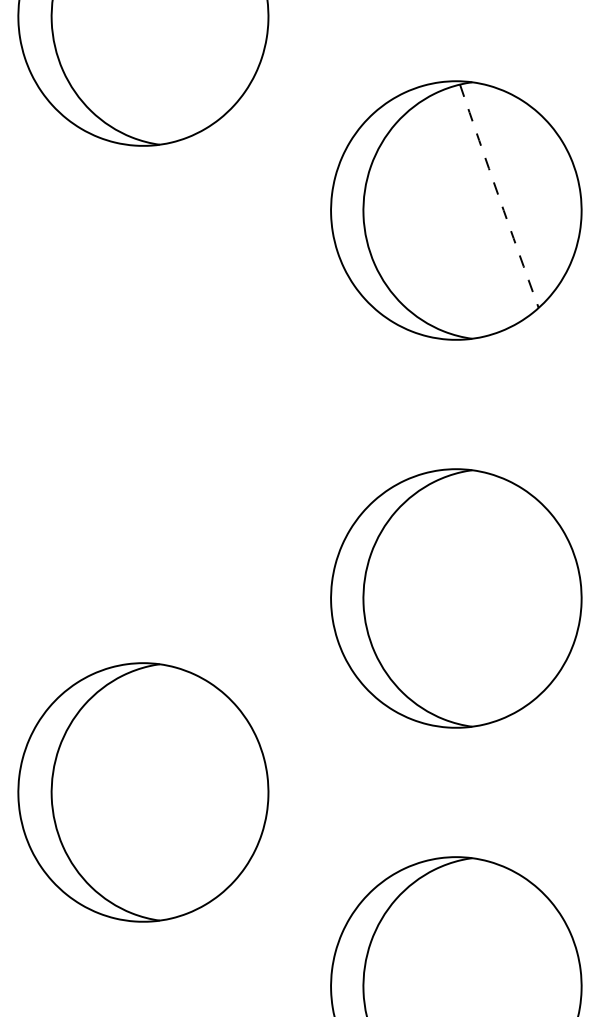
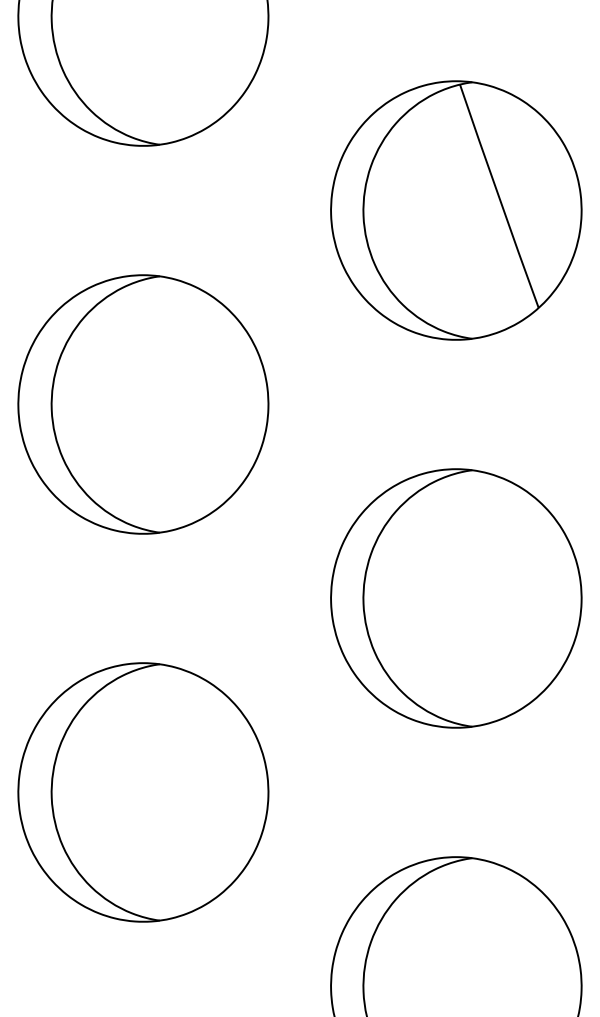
arc at (498, 196): dashed -> solid
part at (143, 404): none -> present
